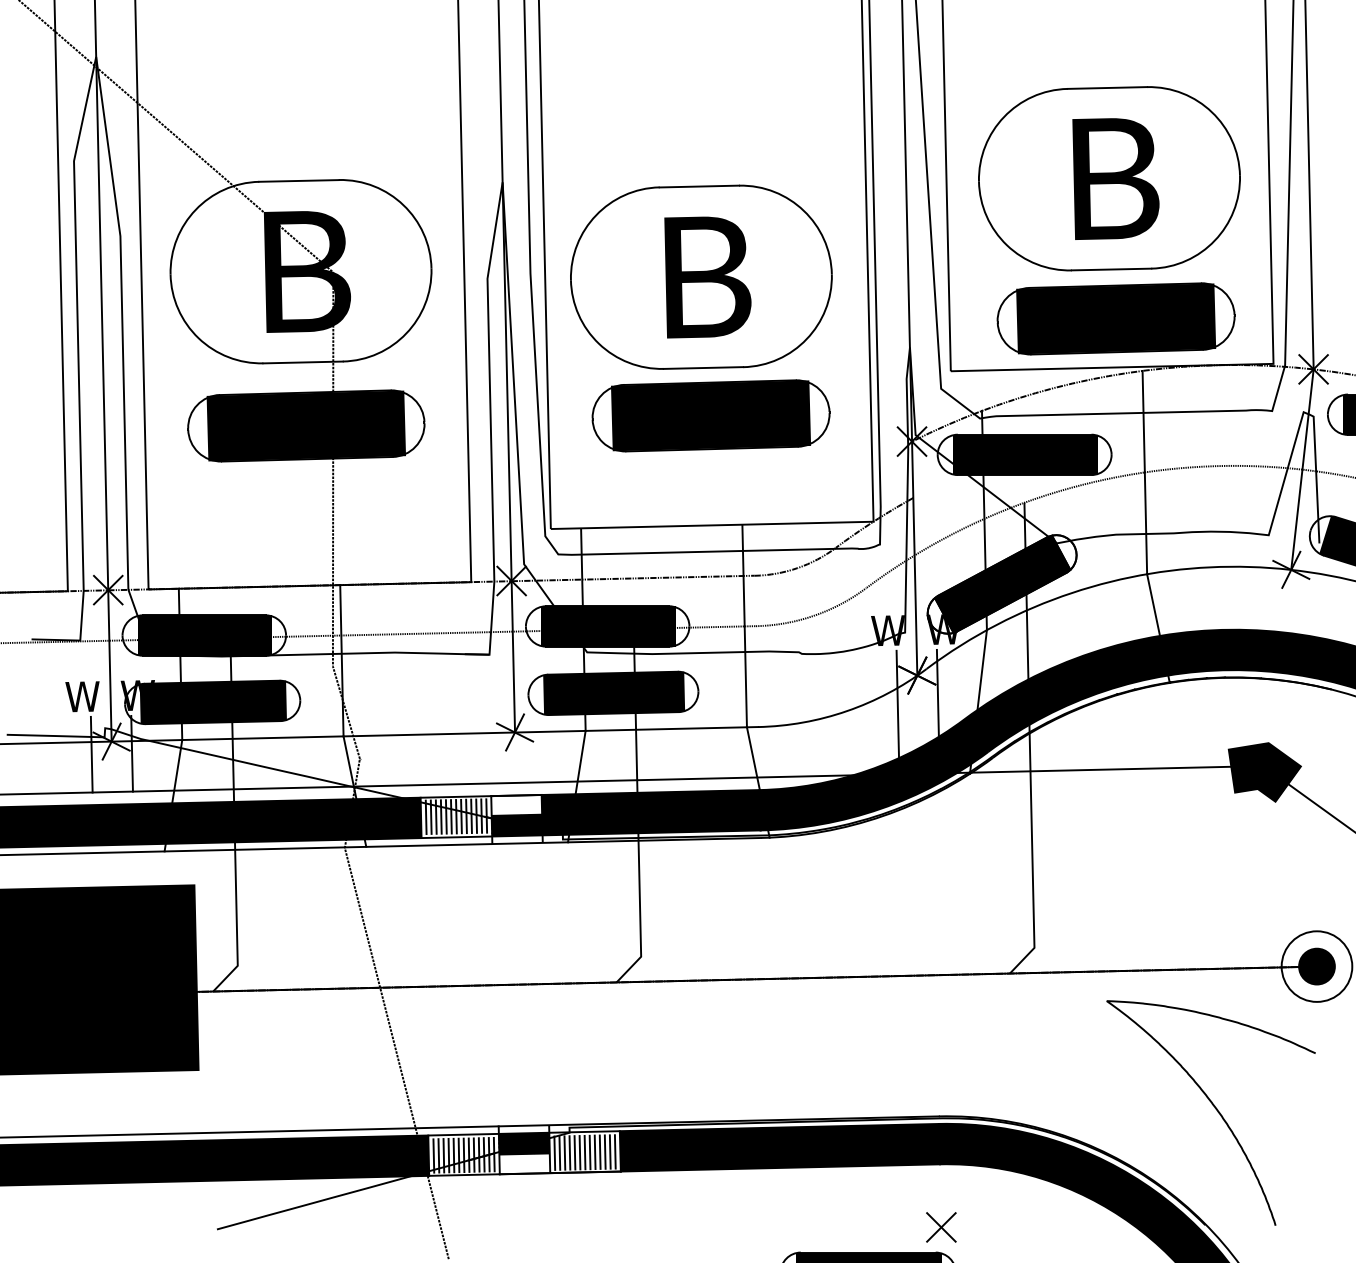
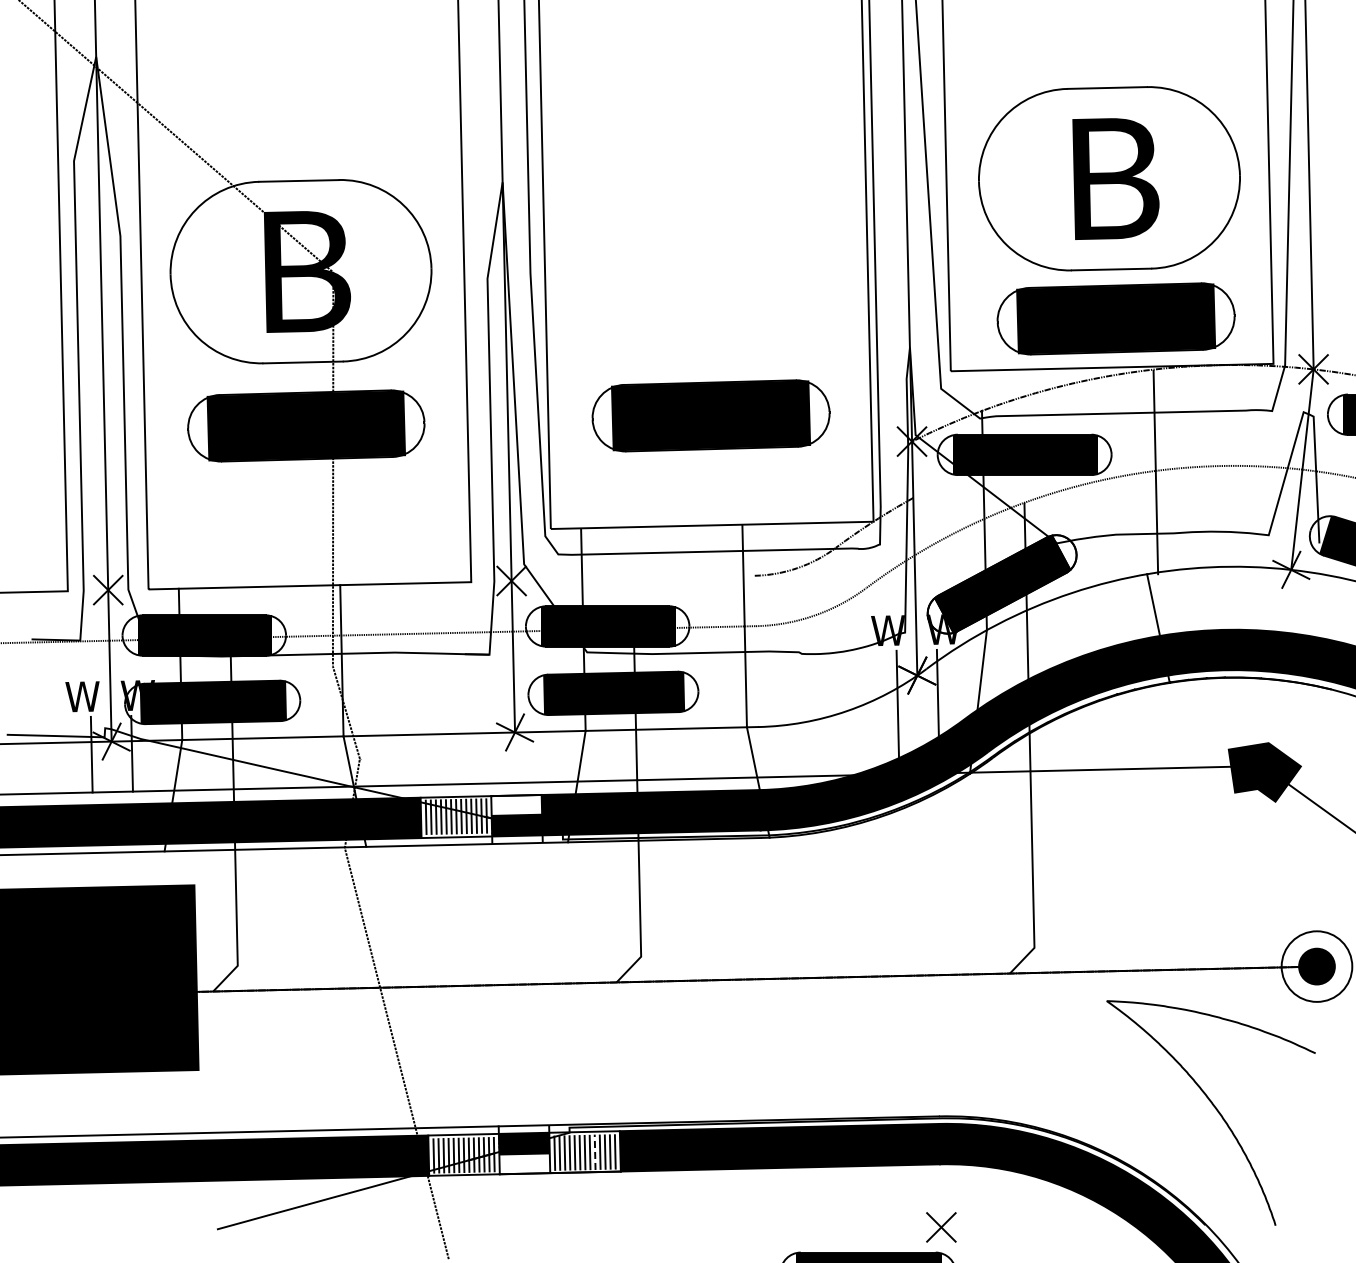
part at (701, 276): present -> none
line at (1144, 472) position: (1144, 472) -> (1155, 472)
line at (378, 583): present -> none
line at (595, 1152): solid -> dashed
